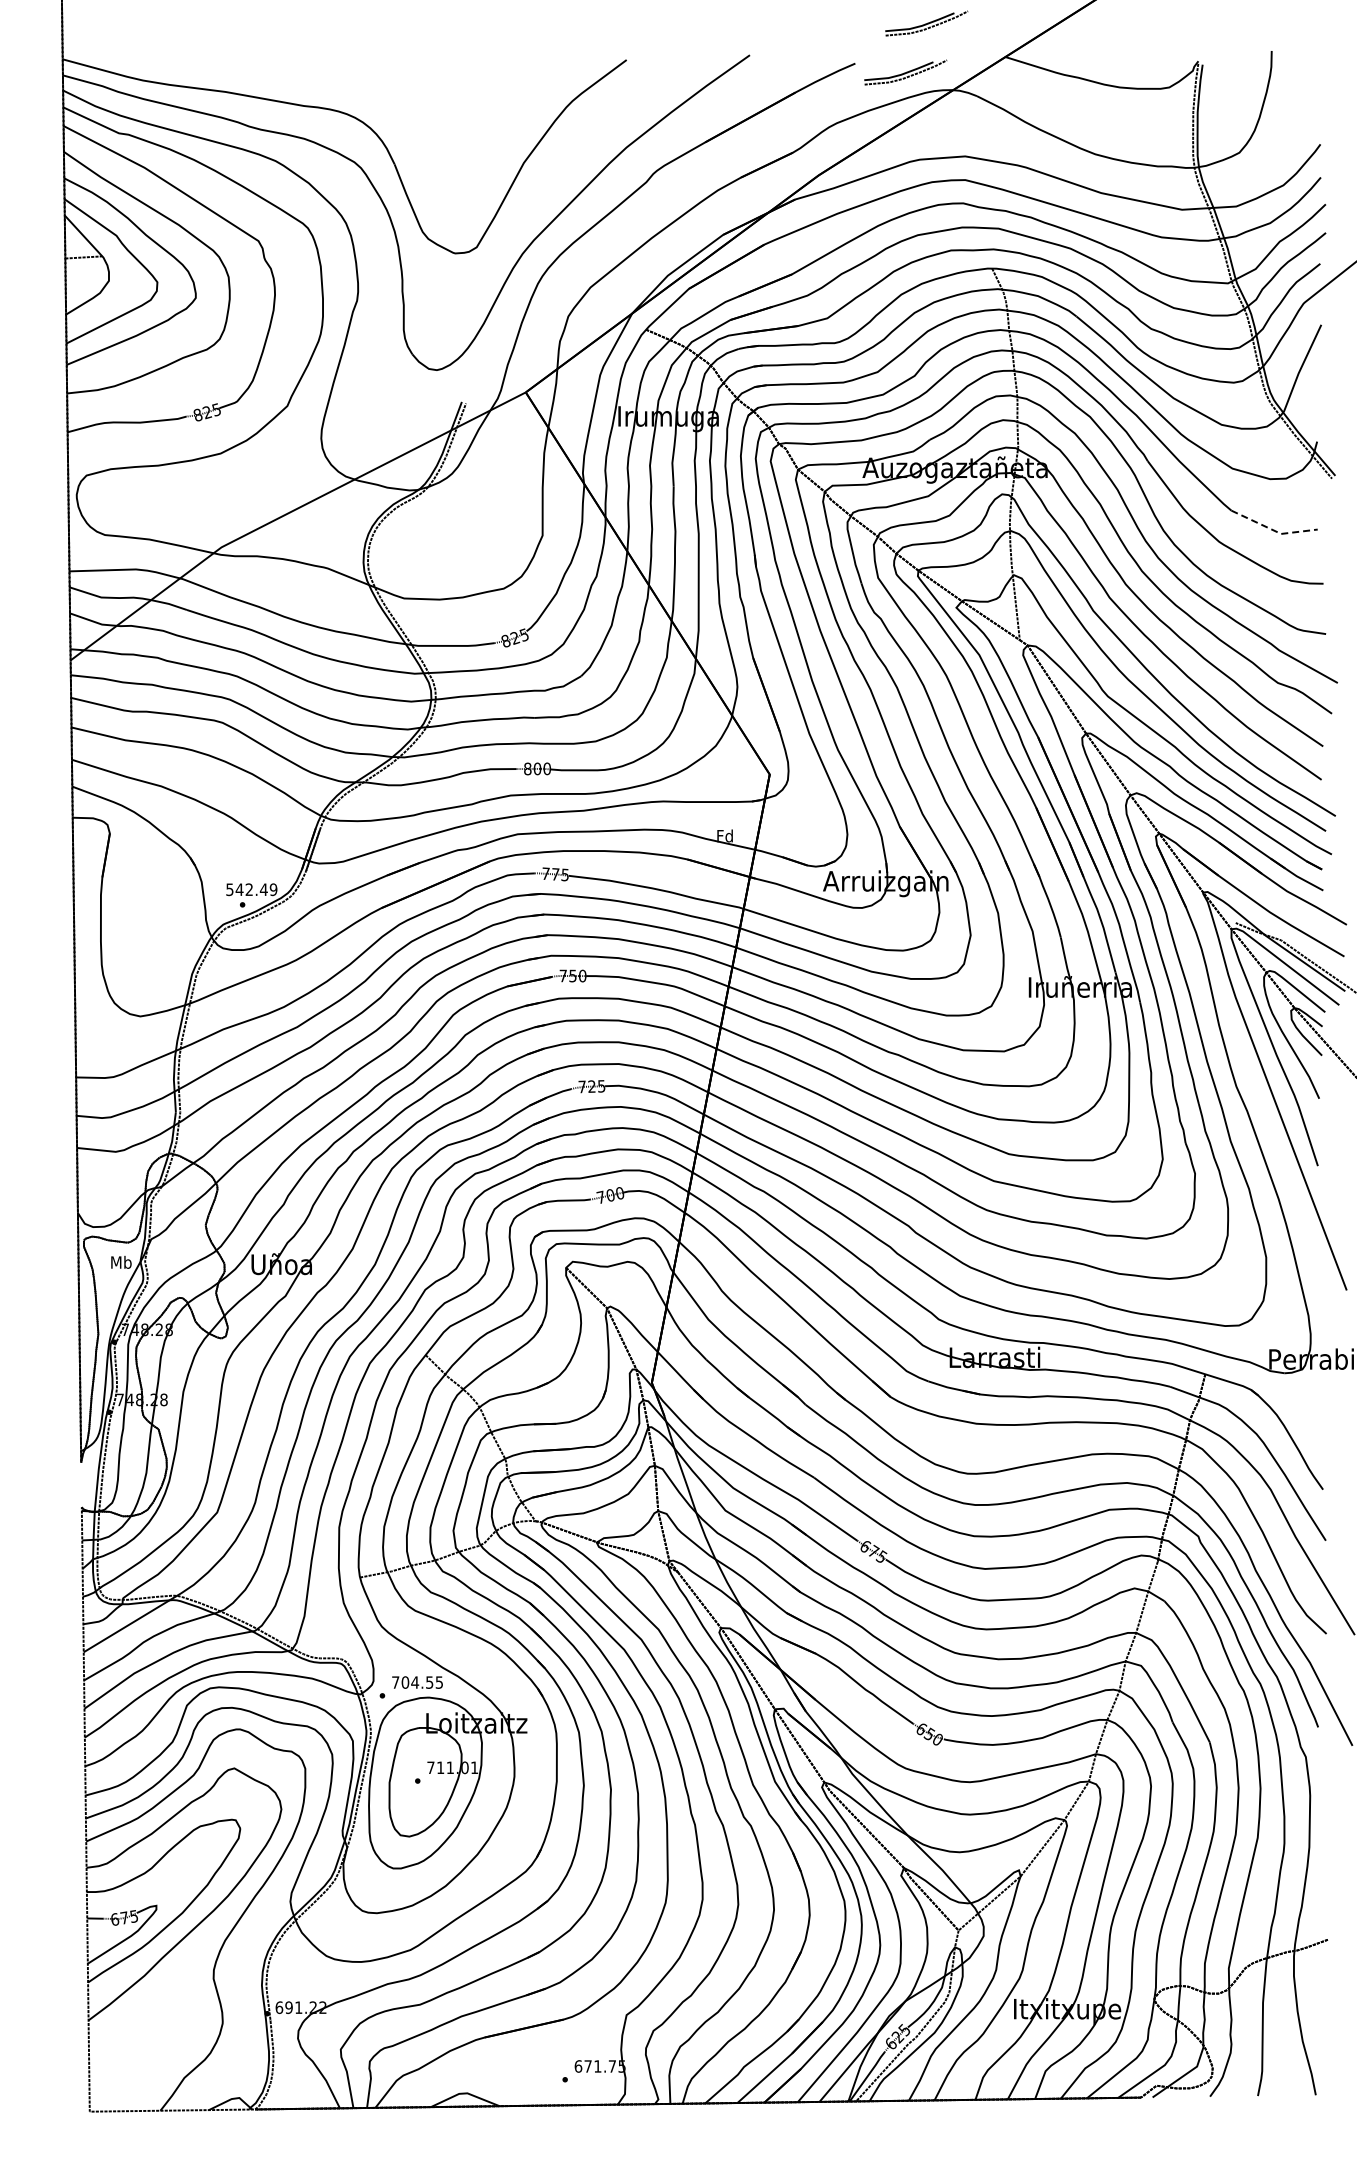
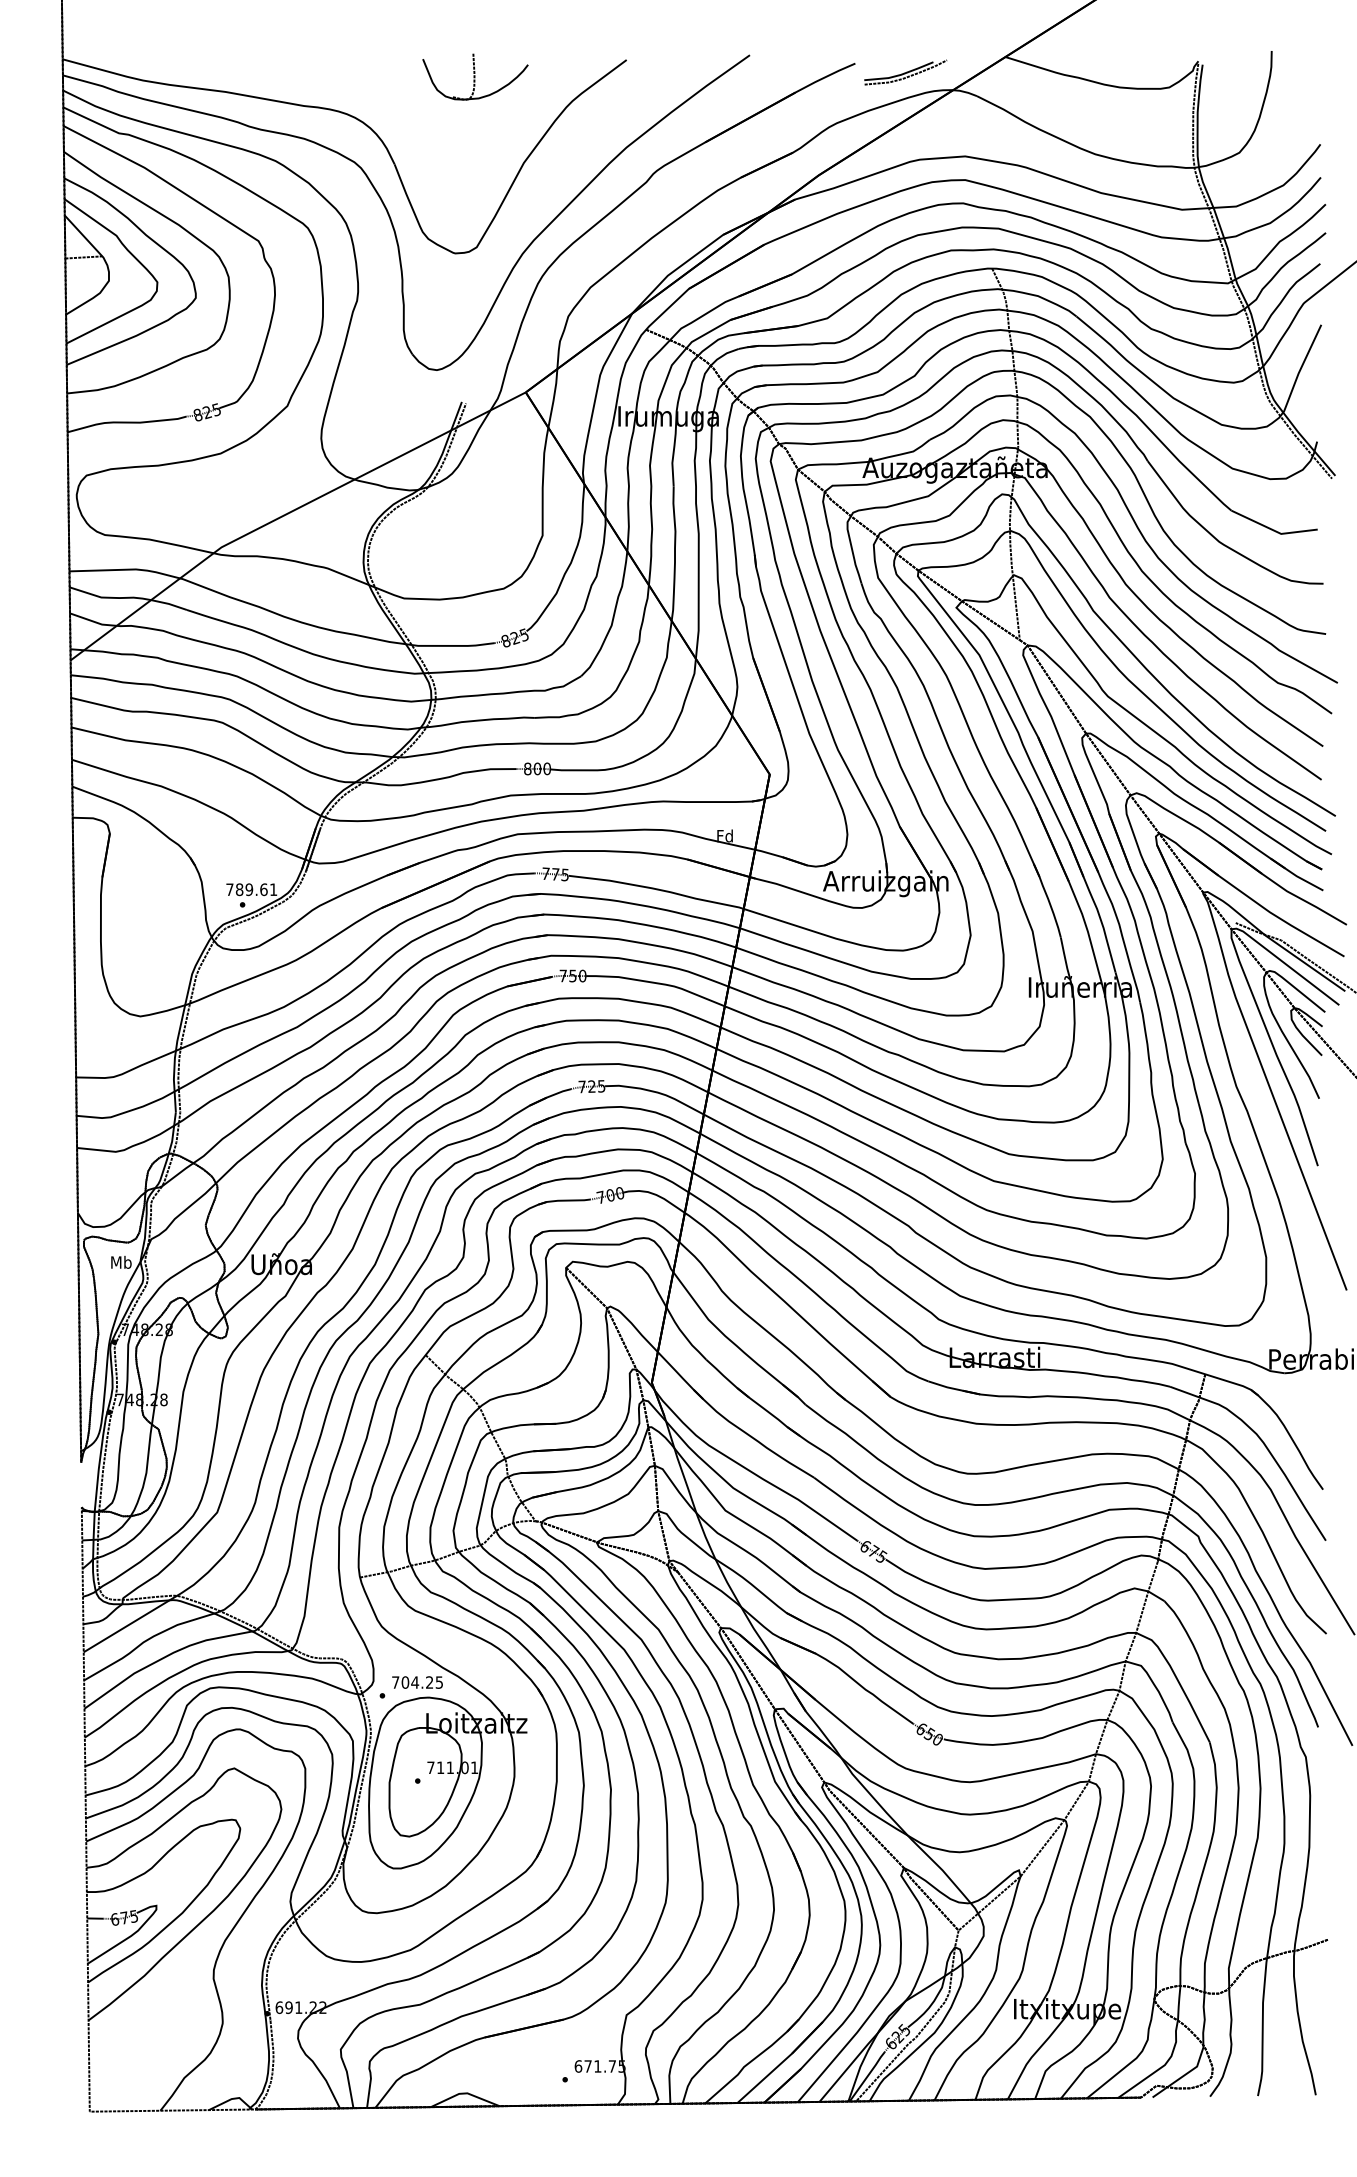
part at (926, 23): present -> none
part at (475, 76): none -> present
line at (1273, 530): dashed -> solid
text at (251, 889): 542.49 -> 789.61
text at (429, 1682): 704.55 -> 704.25
